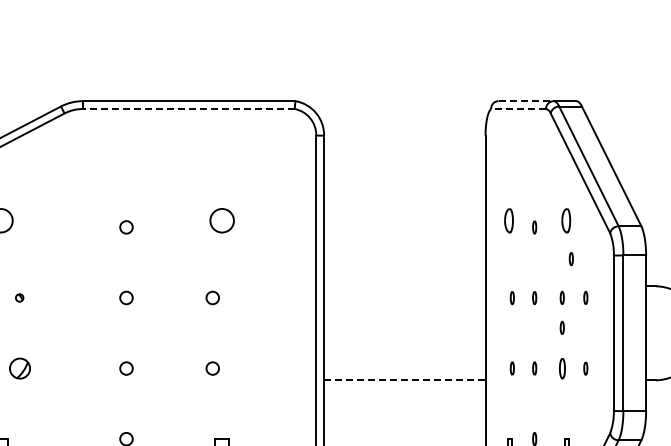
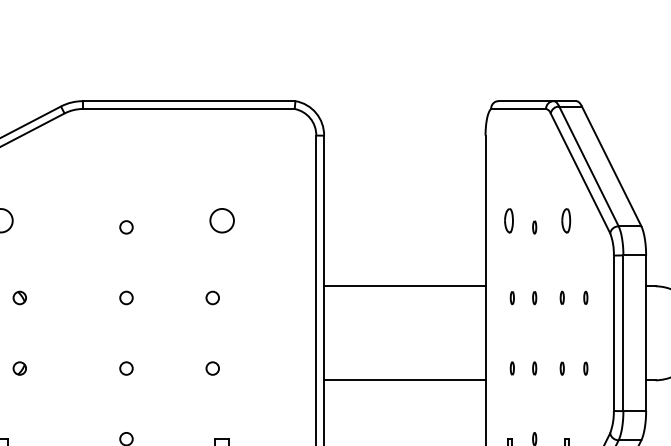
line at (526, 101): dashed -> solid
line at (188, 109): dashed -> solid
line at (518, 109): dashed -> solid
part at (570, 259): present -> none
line at (404, 286): none -> present
part at (19, 297) size: 10x10 px -> 15x16 px
part at (561, 327): present -> none
part at (19, 368) size: 22x23 px -> 15x15 px
part at (562, 368) size: 7x22 px -> 6x15 px
line at (404, 380): dashed -> solid
